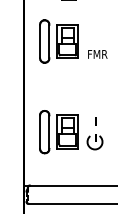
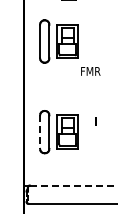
text at (97, 54) position: (97, 54) -> (90, 71)
line at (40, 132): solid -> dashed
part at (94, 142): present -> none
line at (73, 185): solid -> dashed
